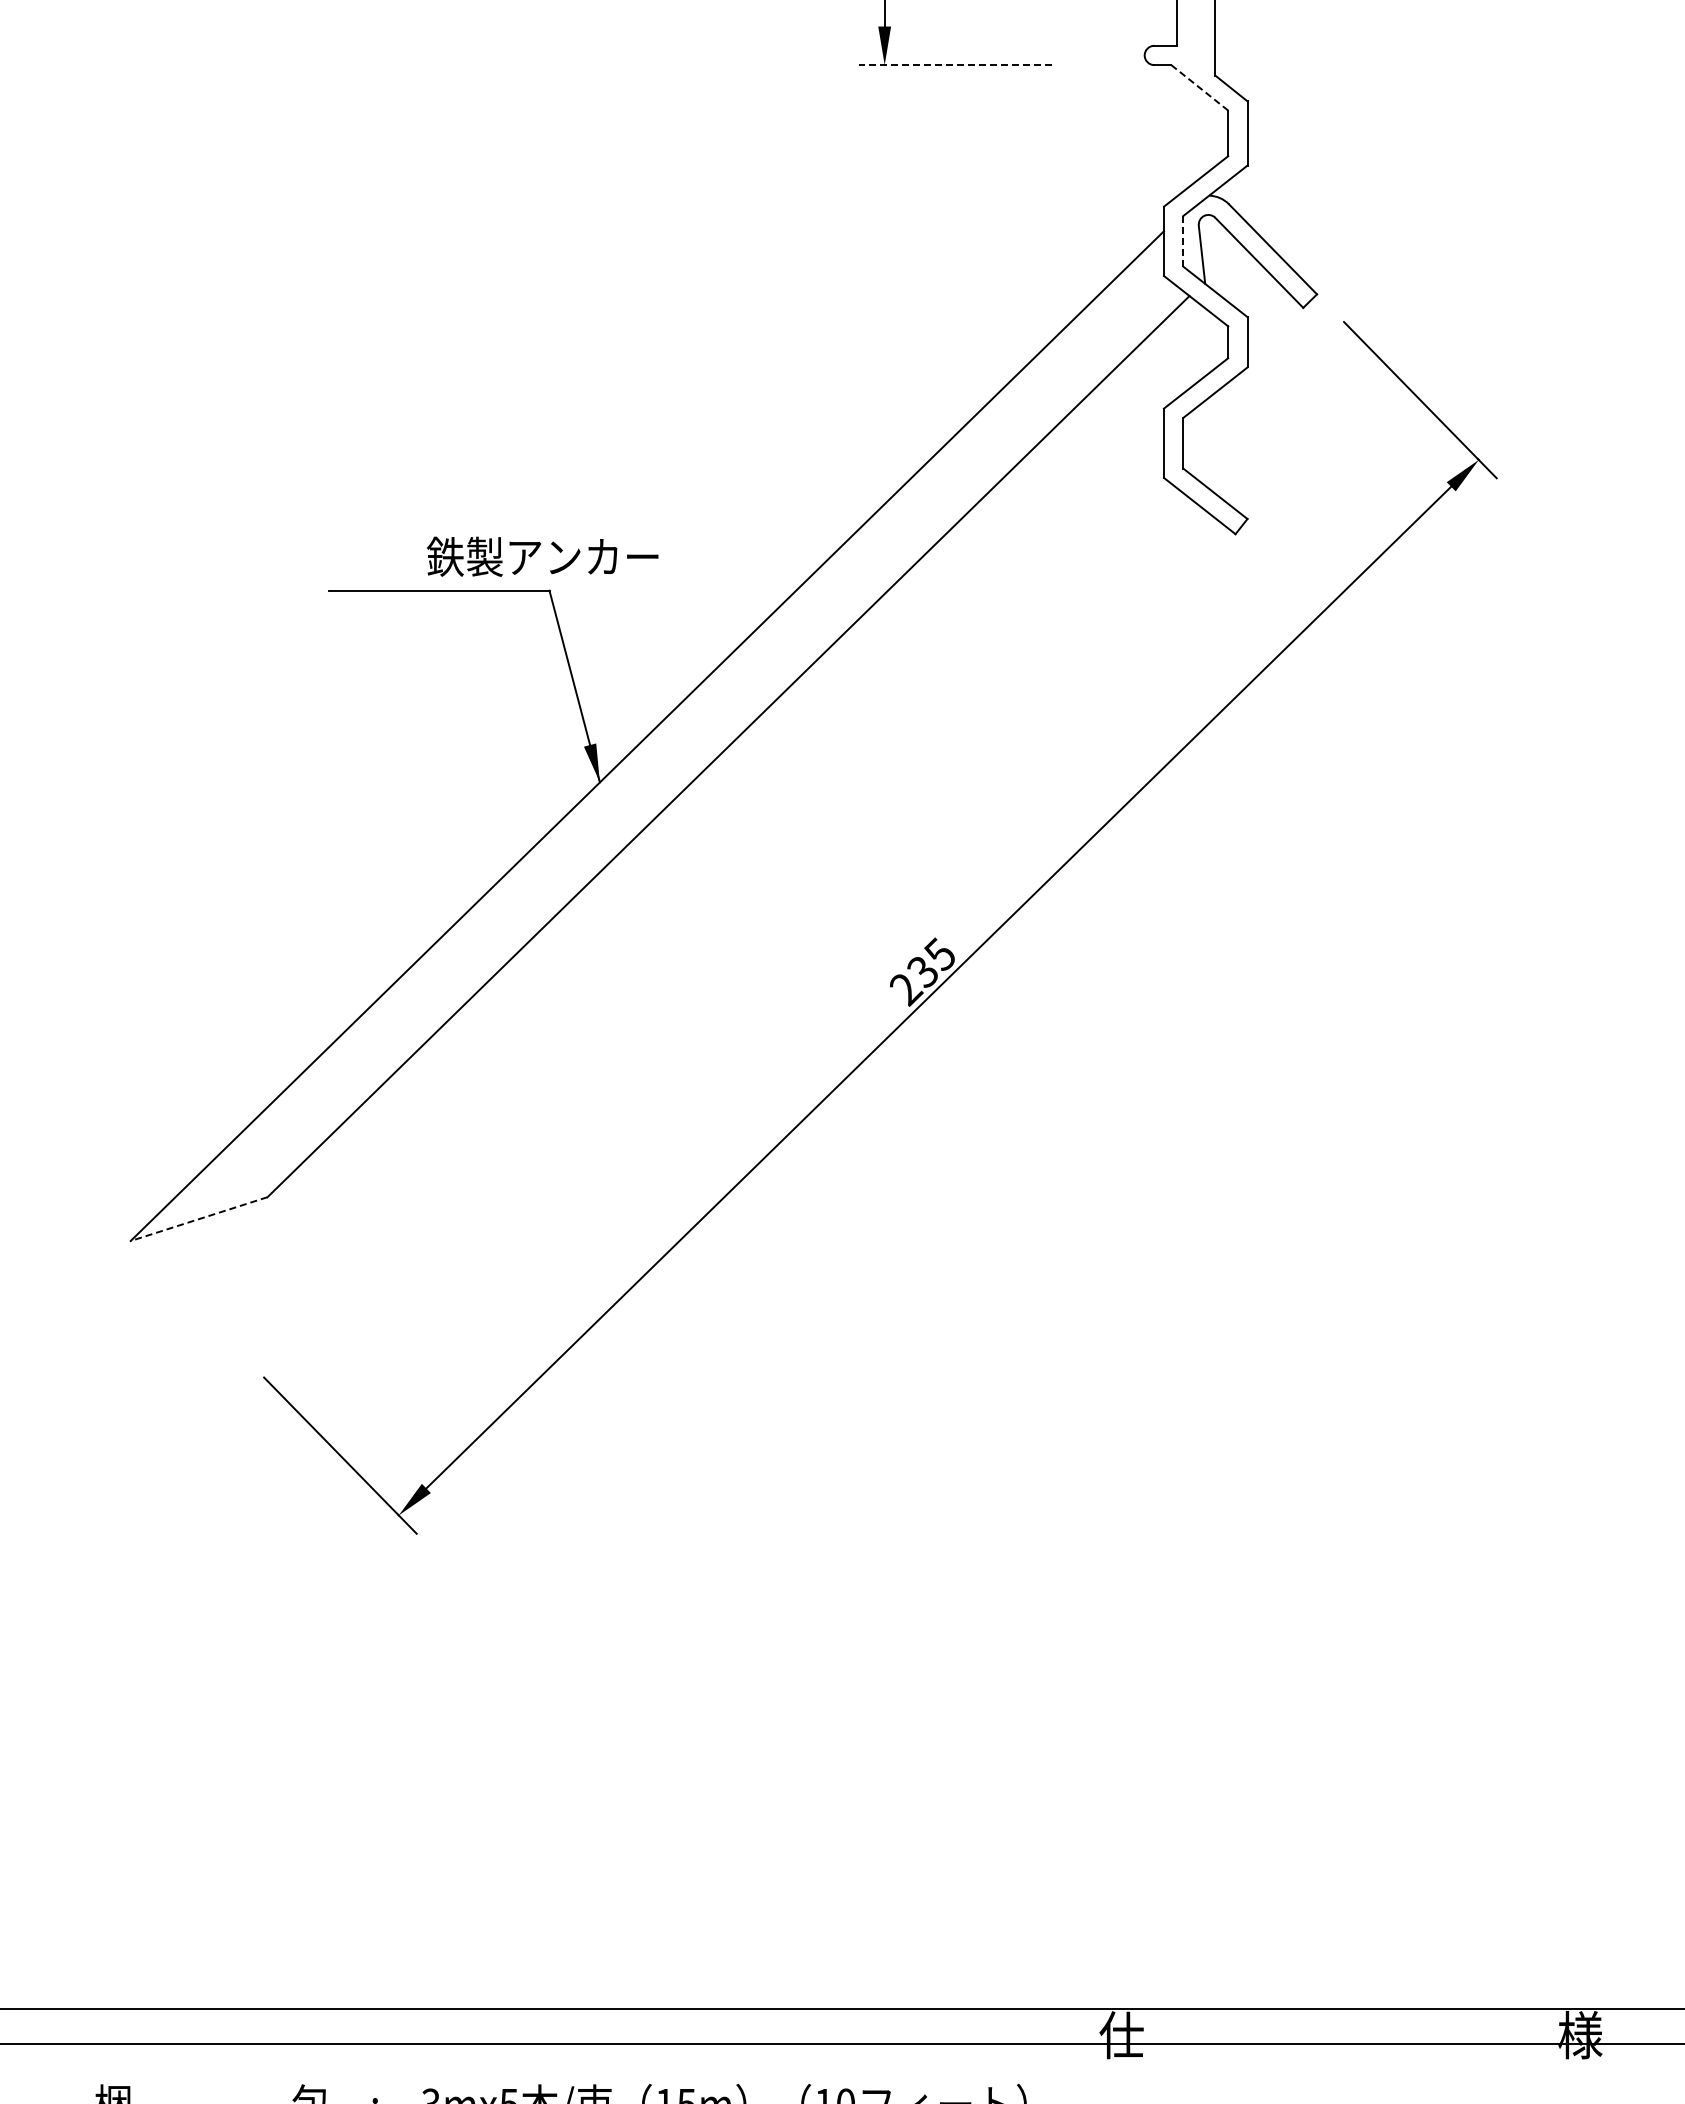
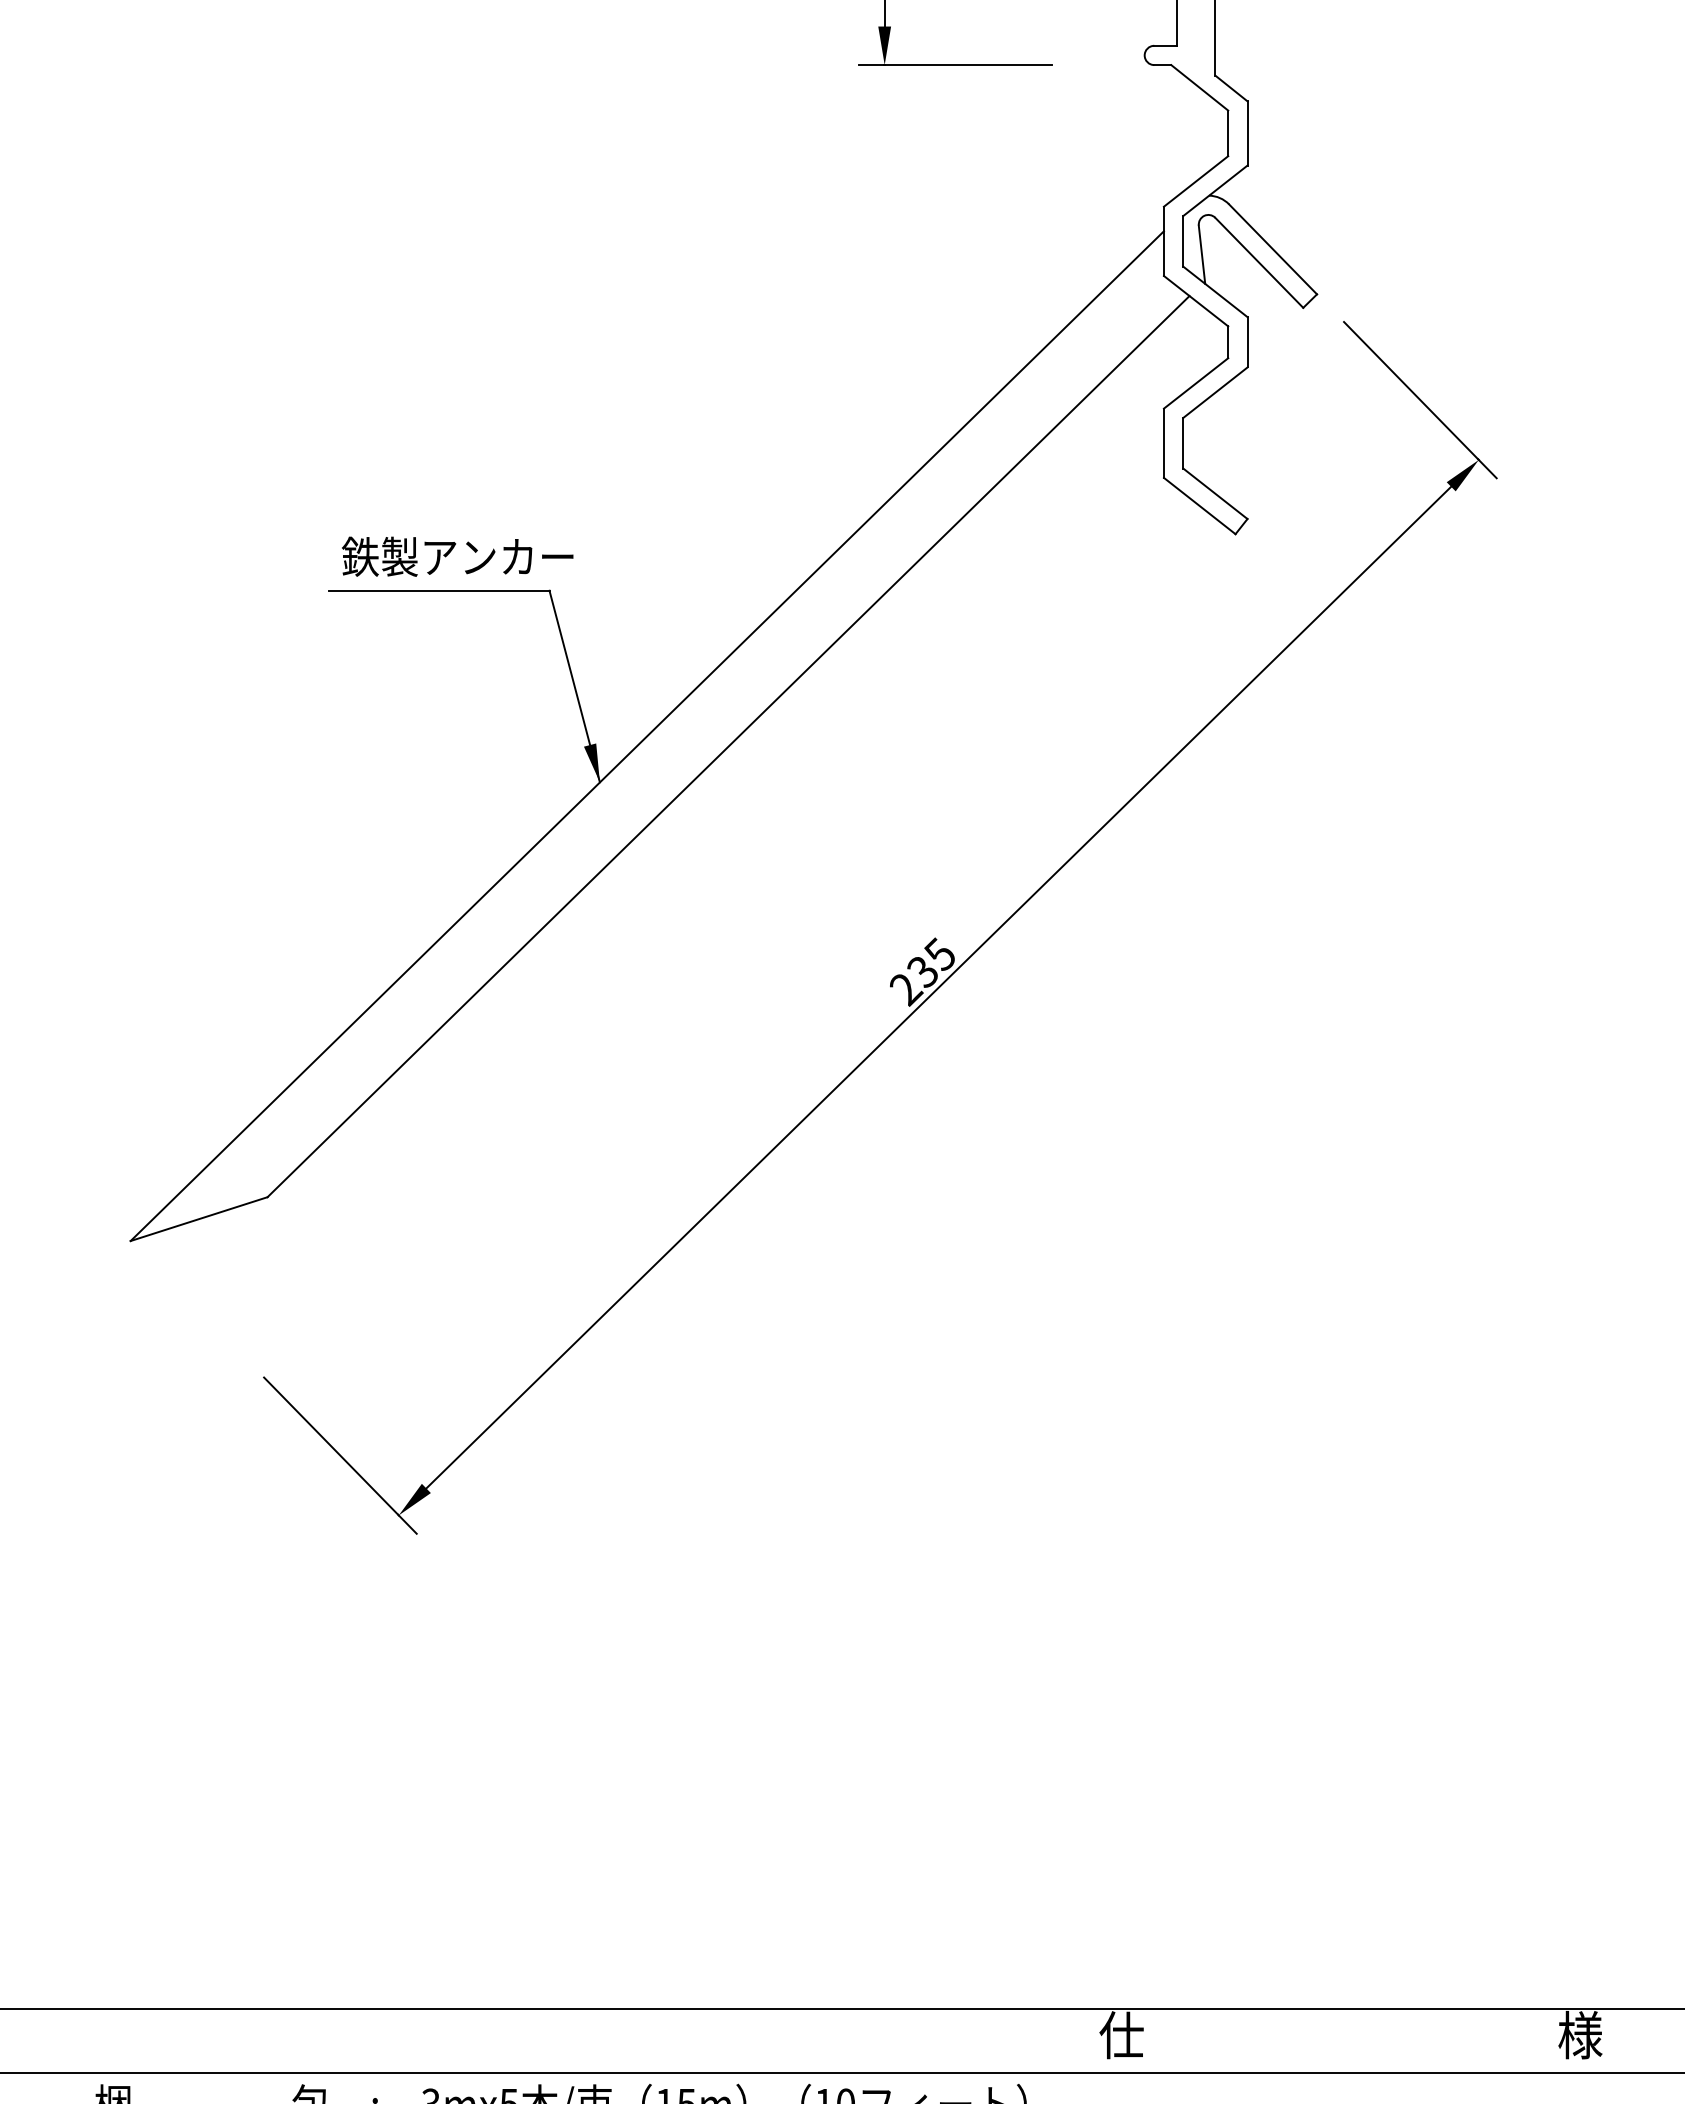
line at (954, 65): dashed -> solid
line at (1200, 88): dashed -> solid
line at (1183, 241): dashed -> solid
text at (542, 556) position: (542, 556) -> (457, 556)
line at (199, 1219): dashed -> solid
line at (841, 2043) position: (841, 2043) -> (841, 2072)
